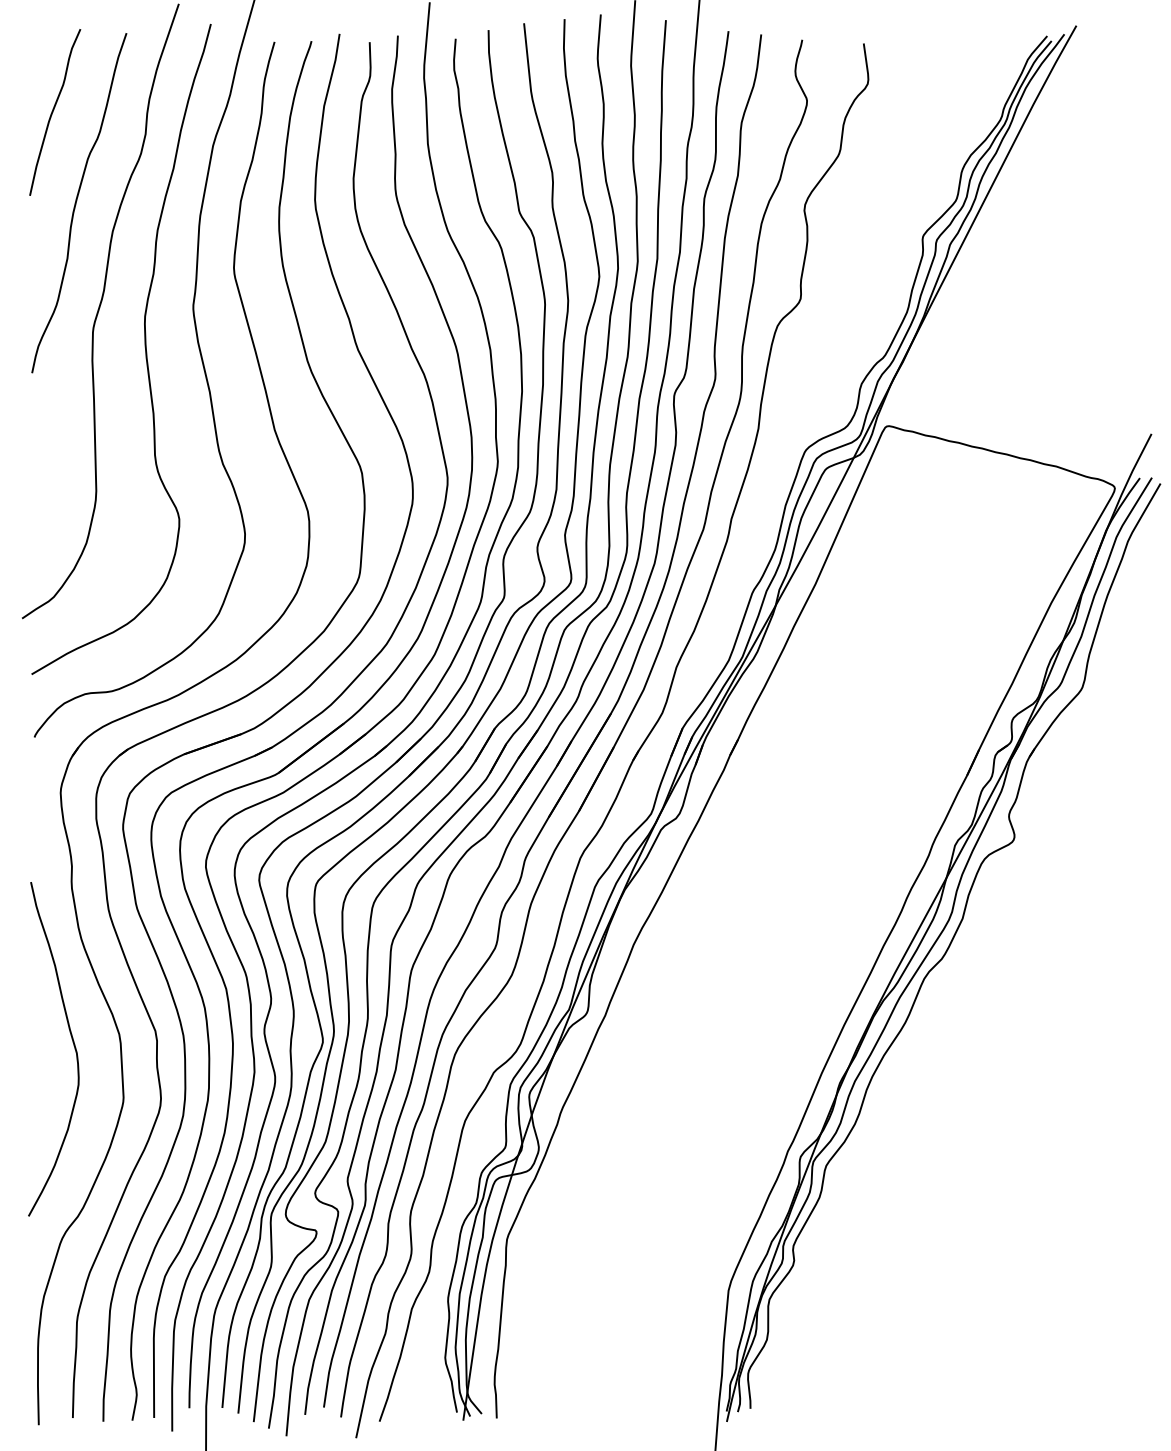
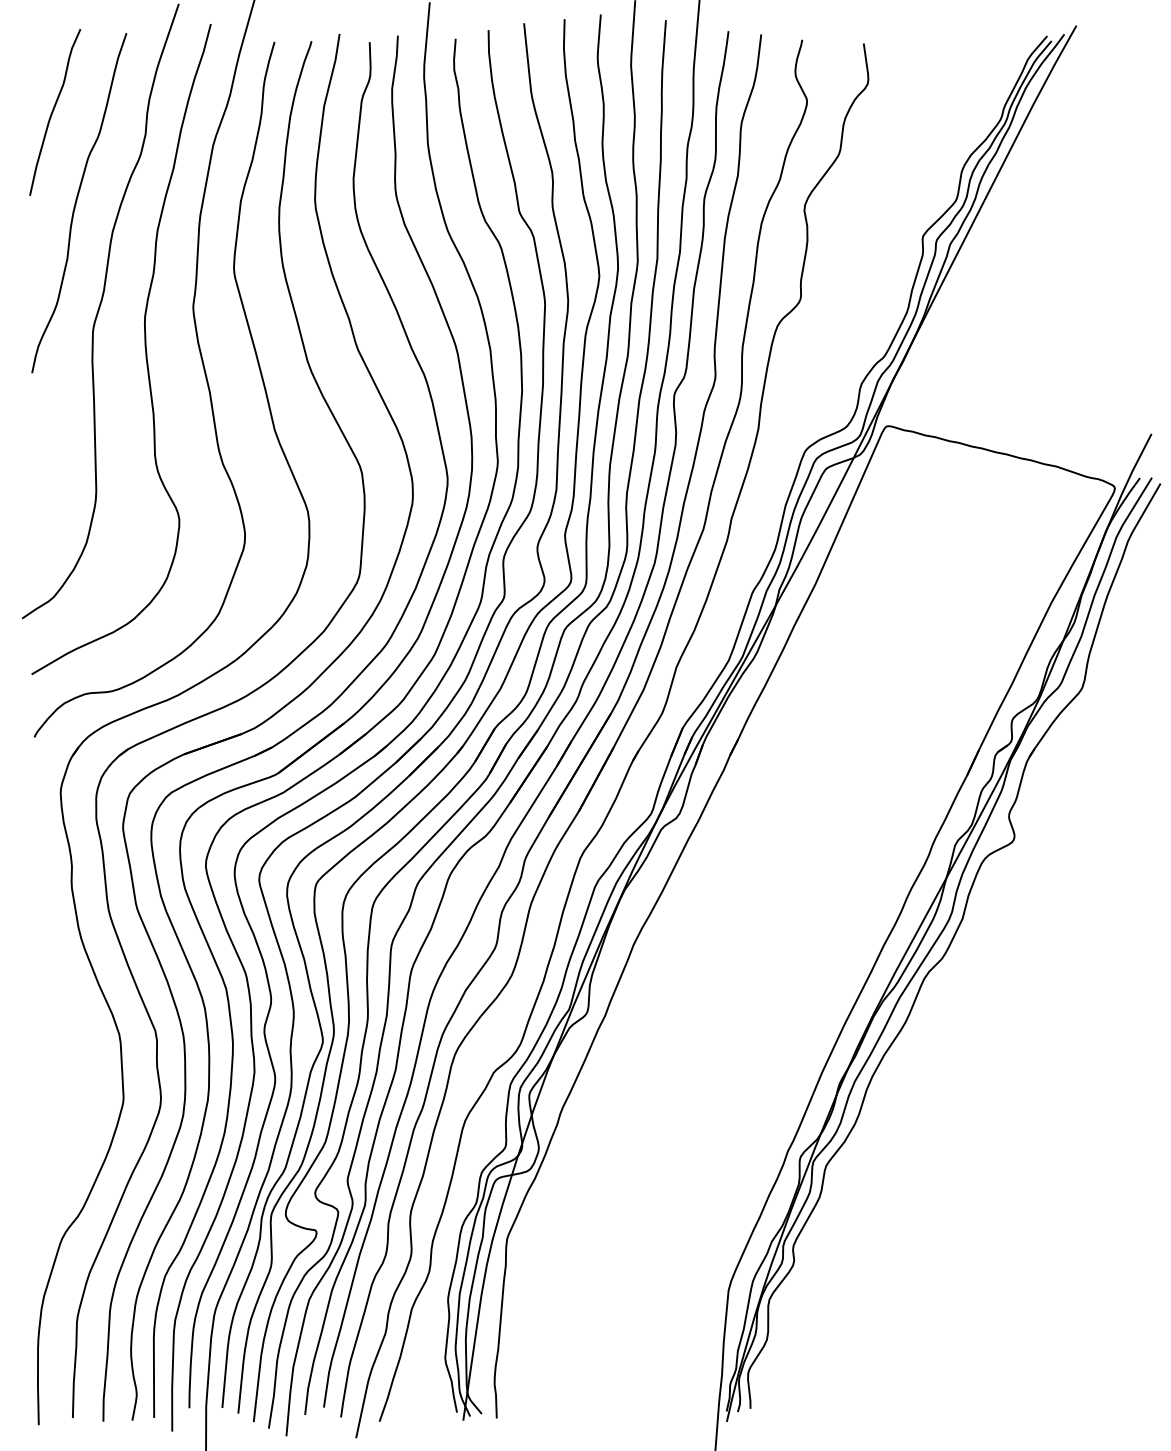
curve at (72, 1042): present -> none
